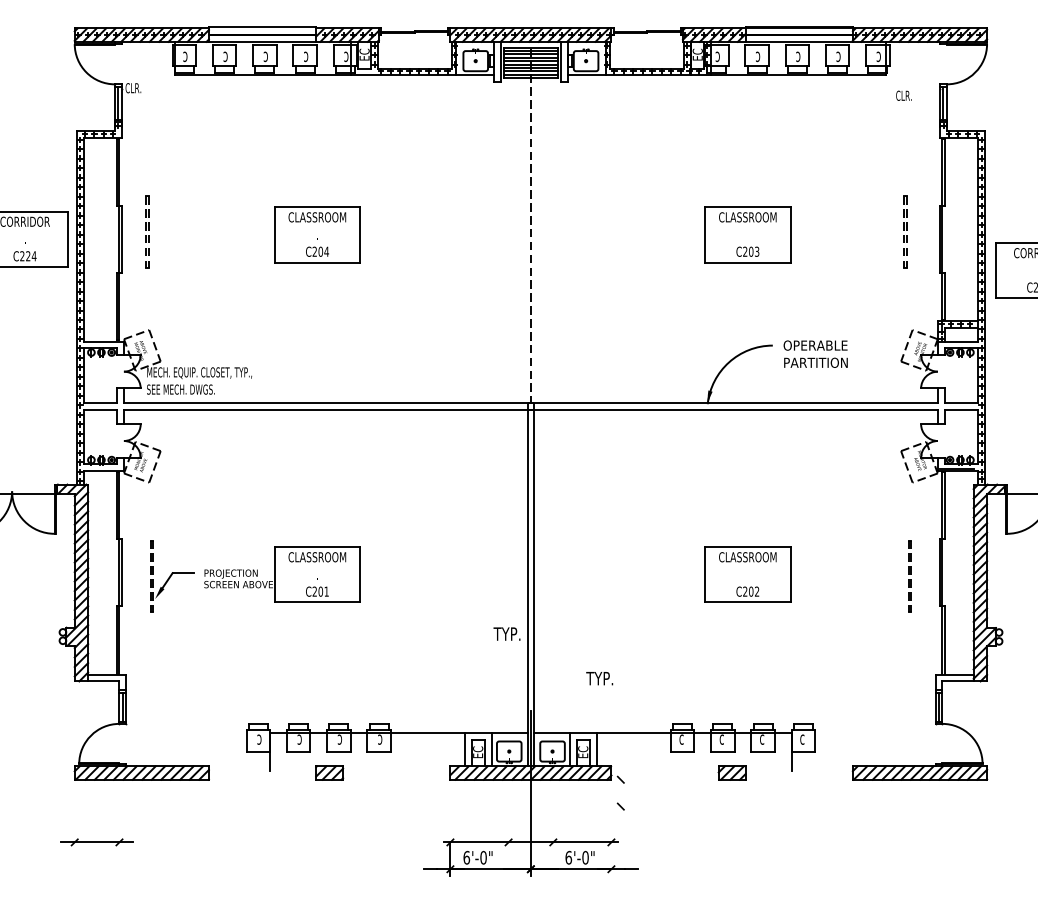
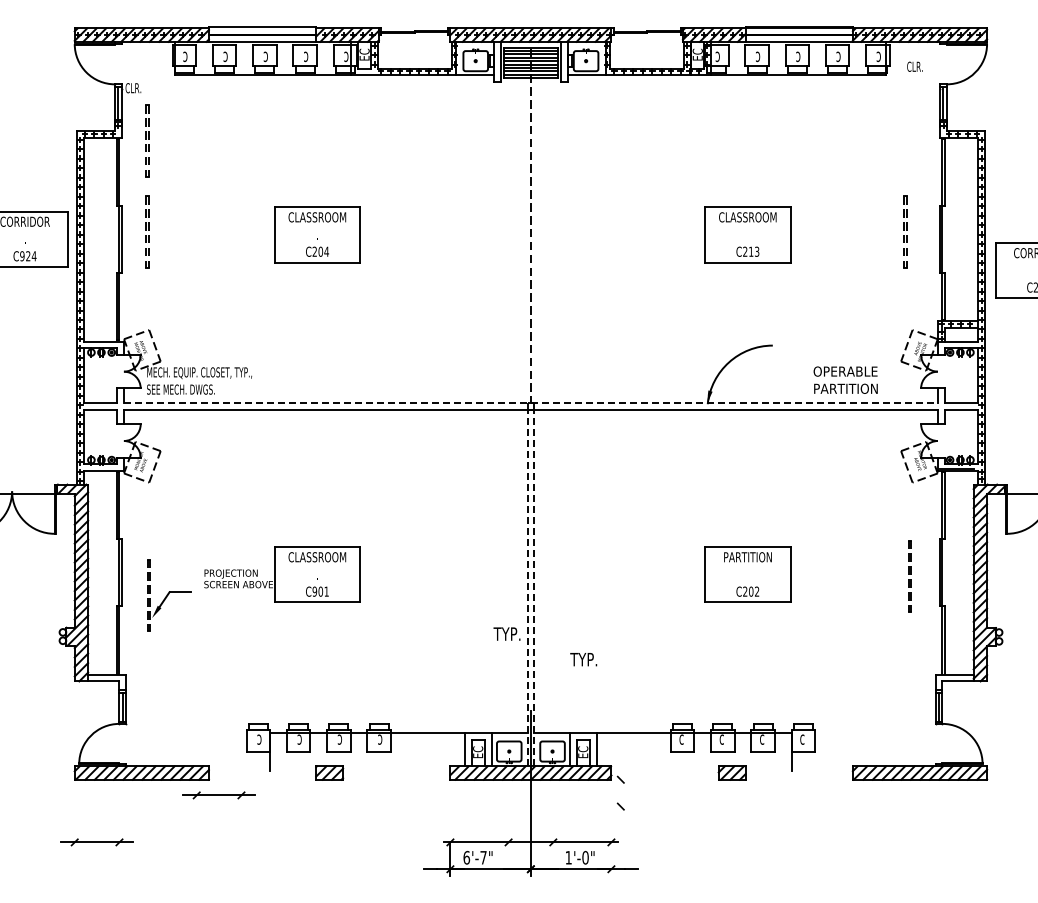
text at (903, 95) position: (903, 95) -> (914, 66)
part at (147, 140): none -> present
text at (751, 251): C203 -> C213
text at (22, 256): C224 -> C924
text at (815, 353) position: (815, 353) -> (845, 379)
line at (530, 403): solid -> dashed
text at (747, 557): CLASSROOM -> PARTITION
part at (172, 576) position: (172, 576) -> (169, 595)
line at (527, 587): solid -> dashed
line at (534, 587): solid -> dashed
text at (314, 591): C201 -> C901
text at (599, 678) position: (599, 678) -> (583, 659)
part at (218, 795): none -> present
text at (483, 857): 6'-0" -> 6'-7"
text at (568, 857): 6'-0" -> 1'-0"
